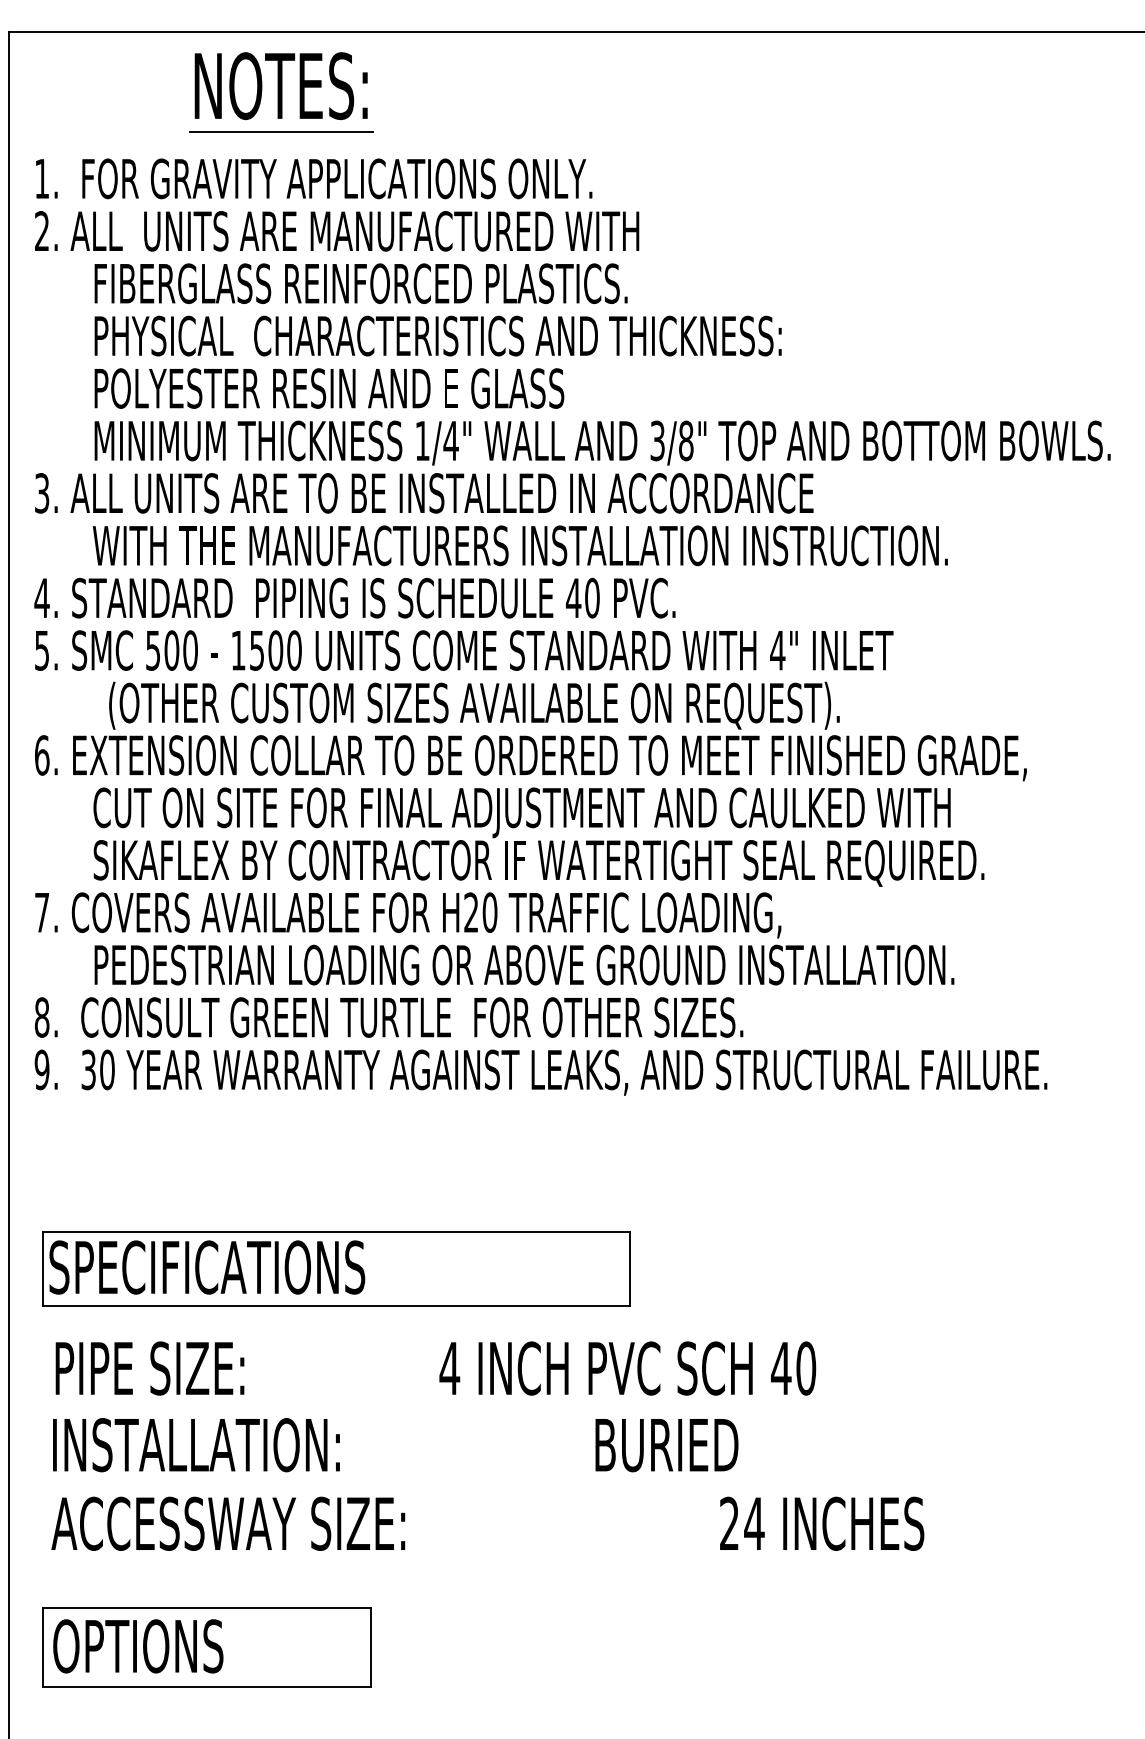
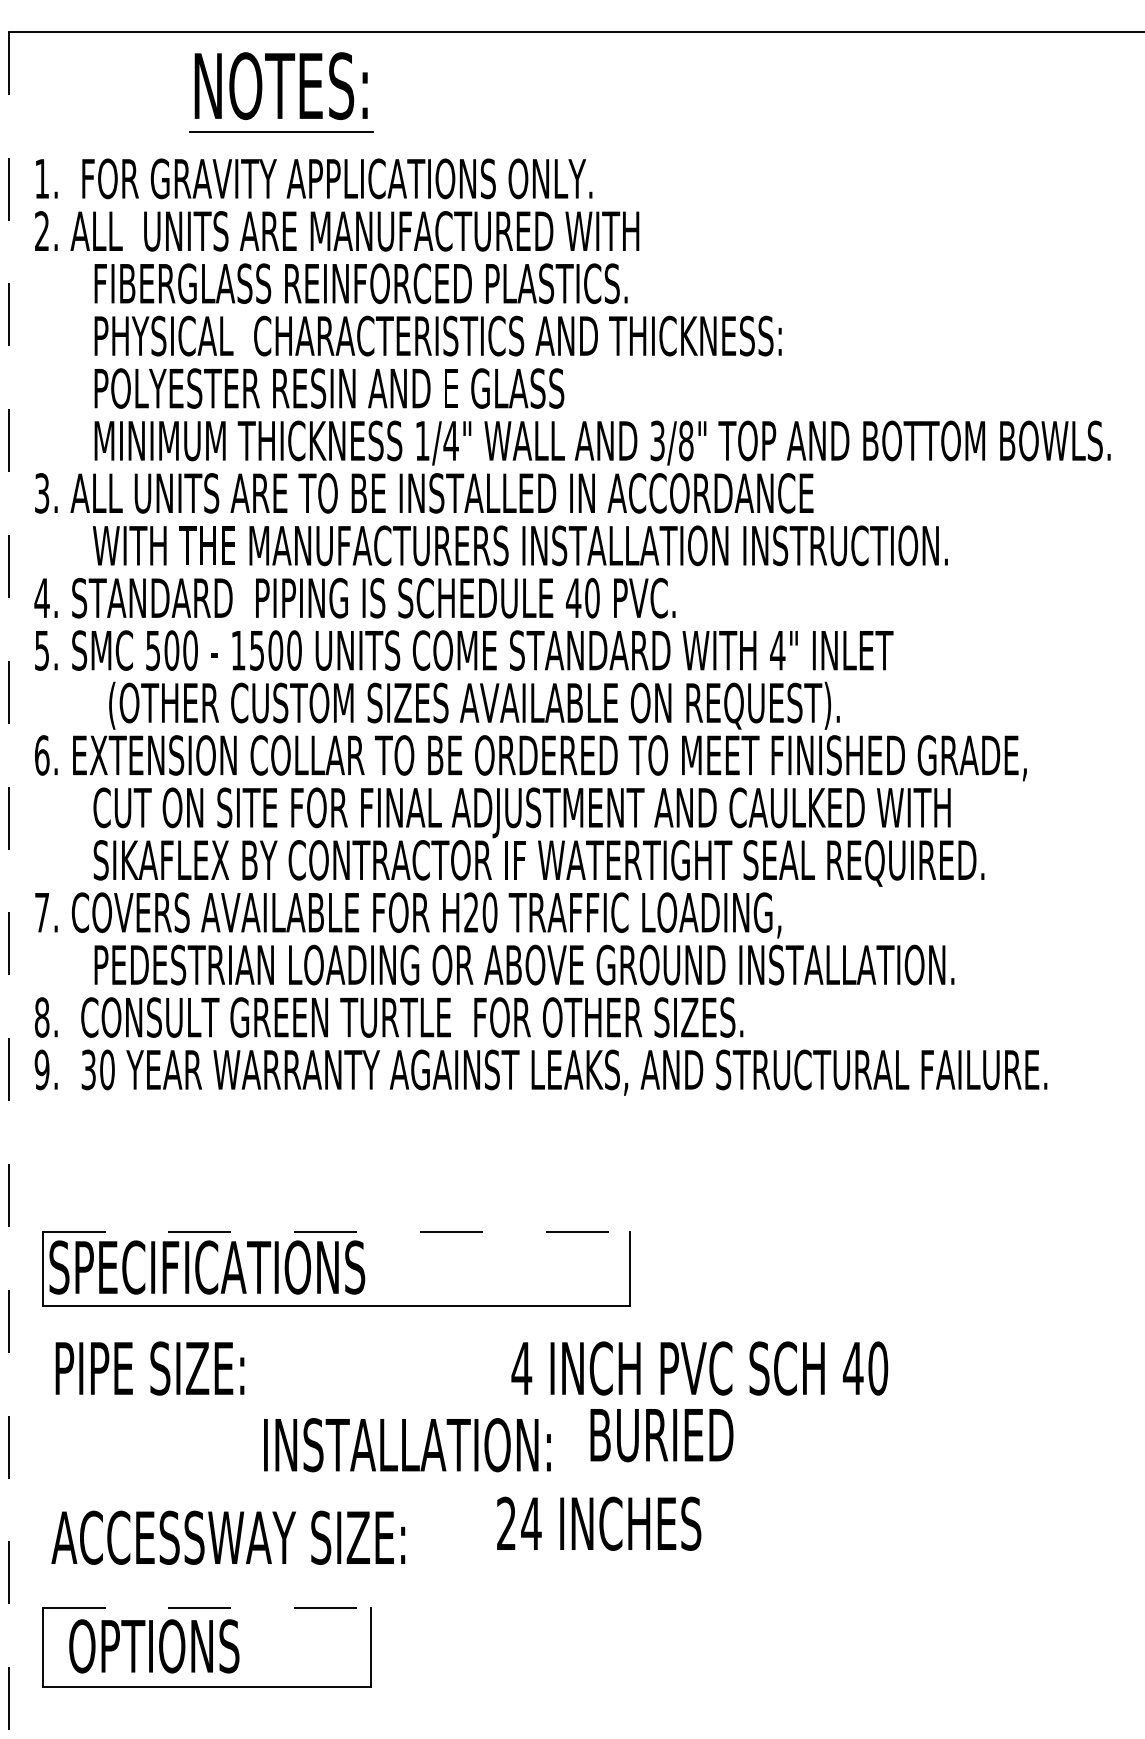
line at (9, 885): solid -> dashed
line at (336, 1232): solid -> dashed
text at (627, 1368) position: (627, 1368) -> (699, 1368)
text at (196, 1445) position: (196, 1445) -> (407, 1445)
text at (666, 1445) position: (666, 1445) -> (661, 1435)
text at (228, 1523) position: (228, 1523) -> (228, 1537)
text at (822, 1523) position: (822, 1523) -> (599, 1523)
line at (207, 1607): solid -> dashed
text at (138, 1646) position: (138, 1646) -> (154, 1646)
